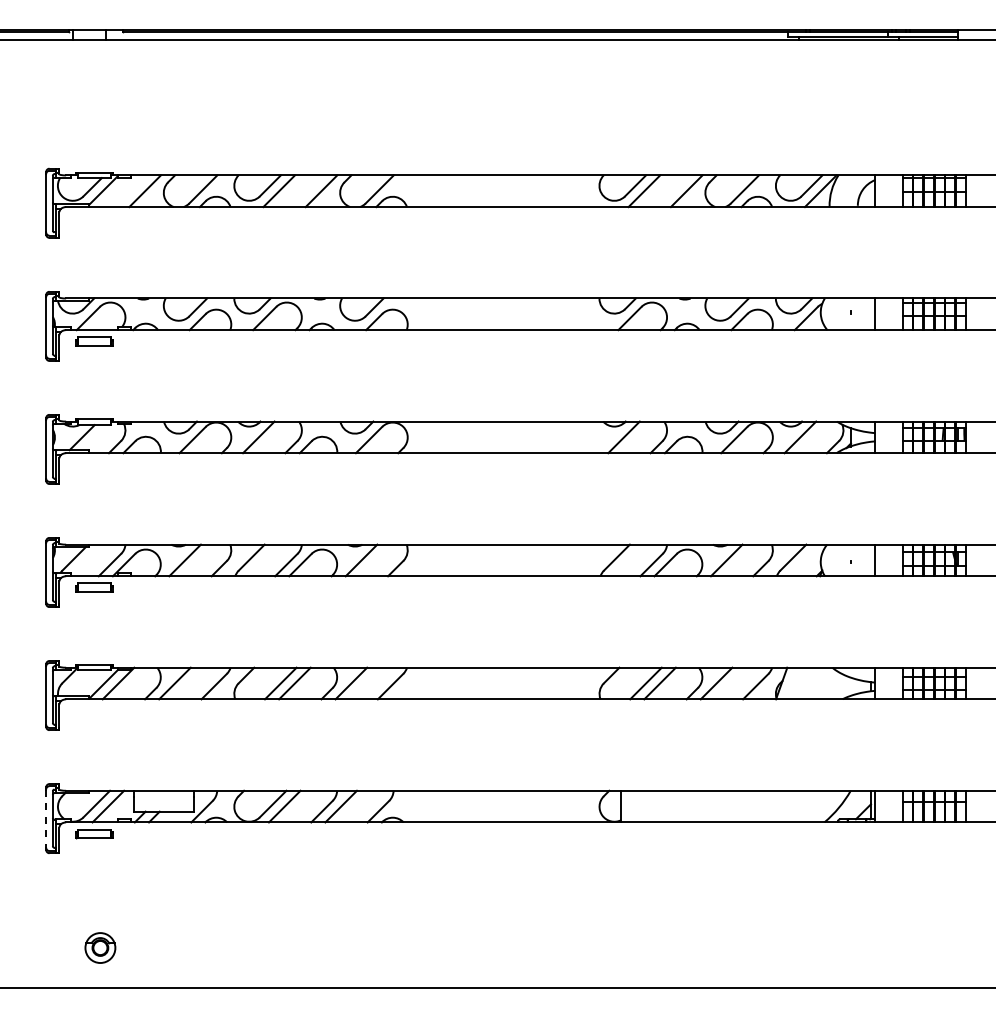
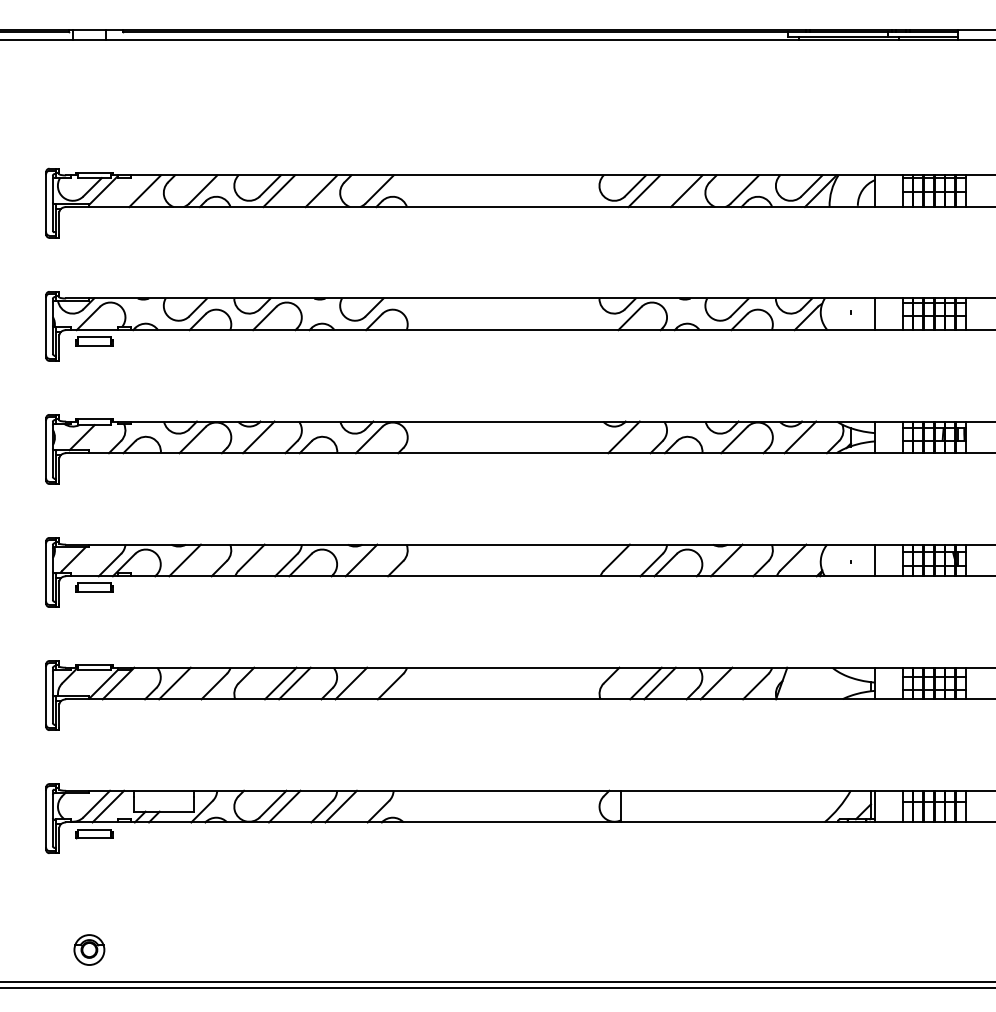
line at (46, 819): dashed -> solid
part at (100, 947) position: (100, 947) -> (89, 949)
line at (497, 981): none -> present
